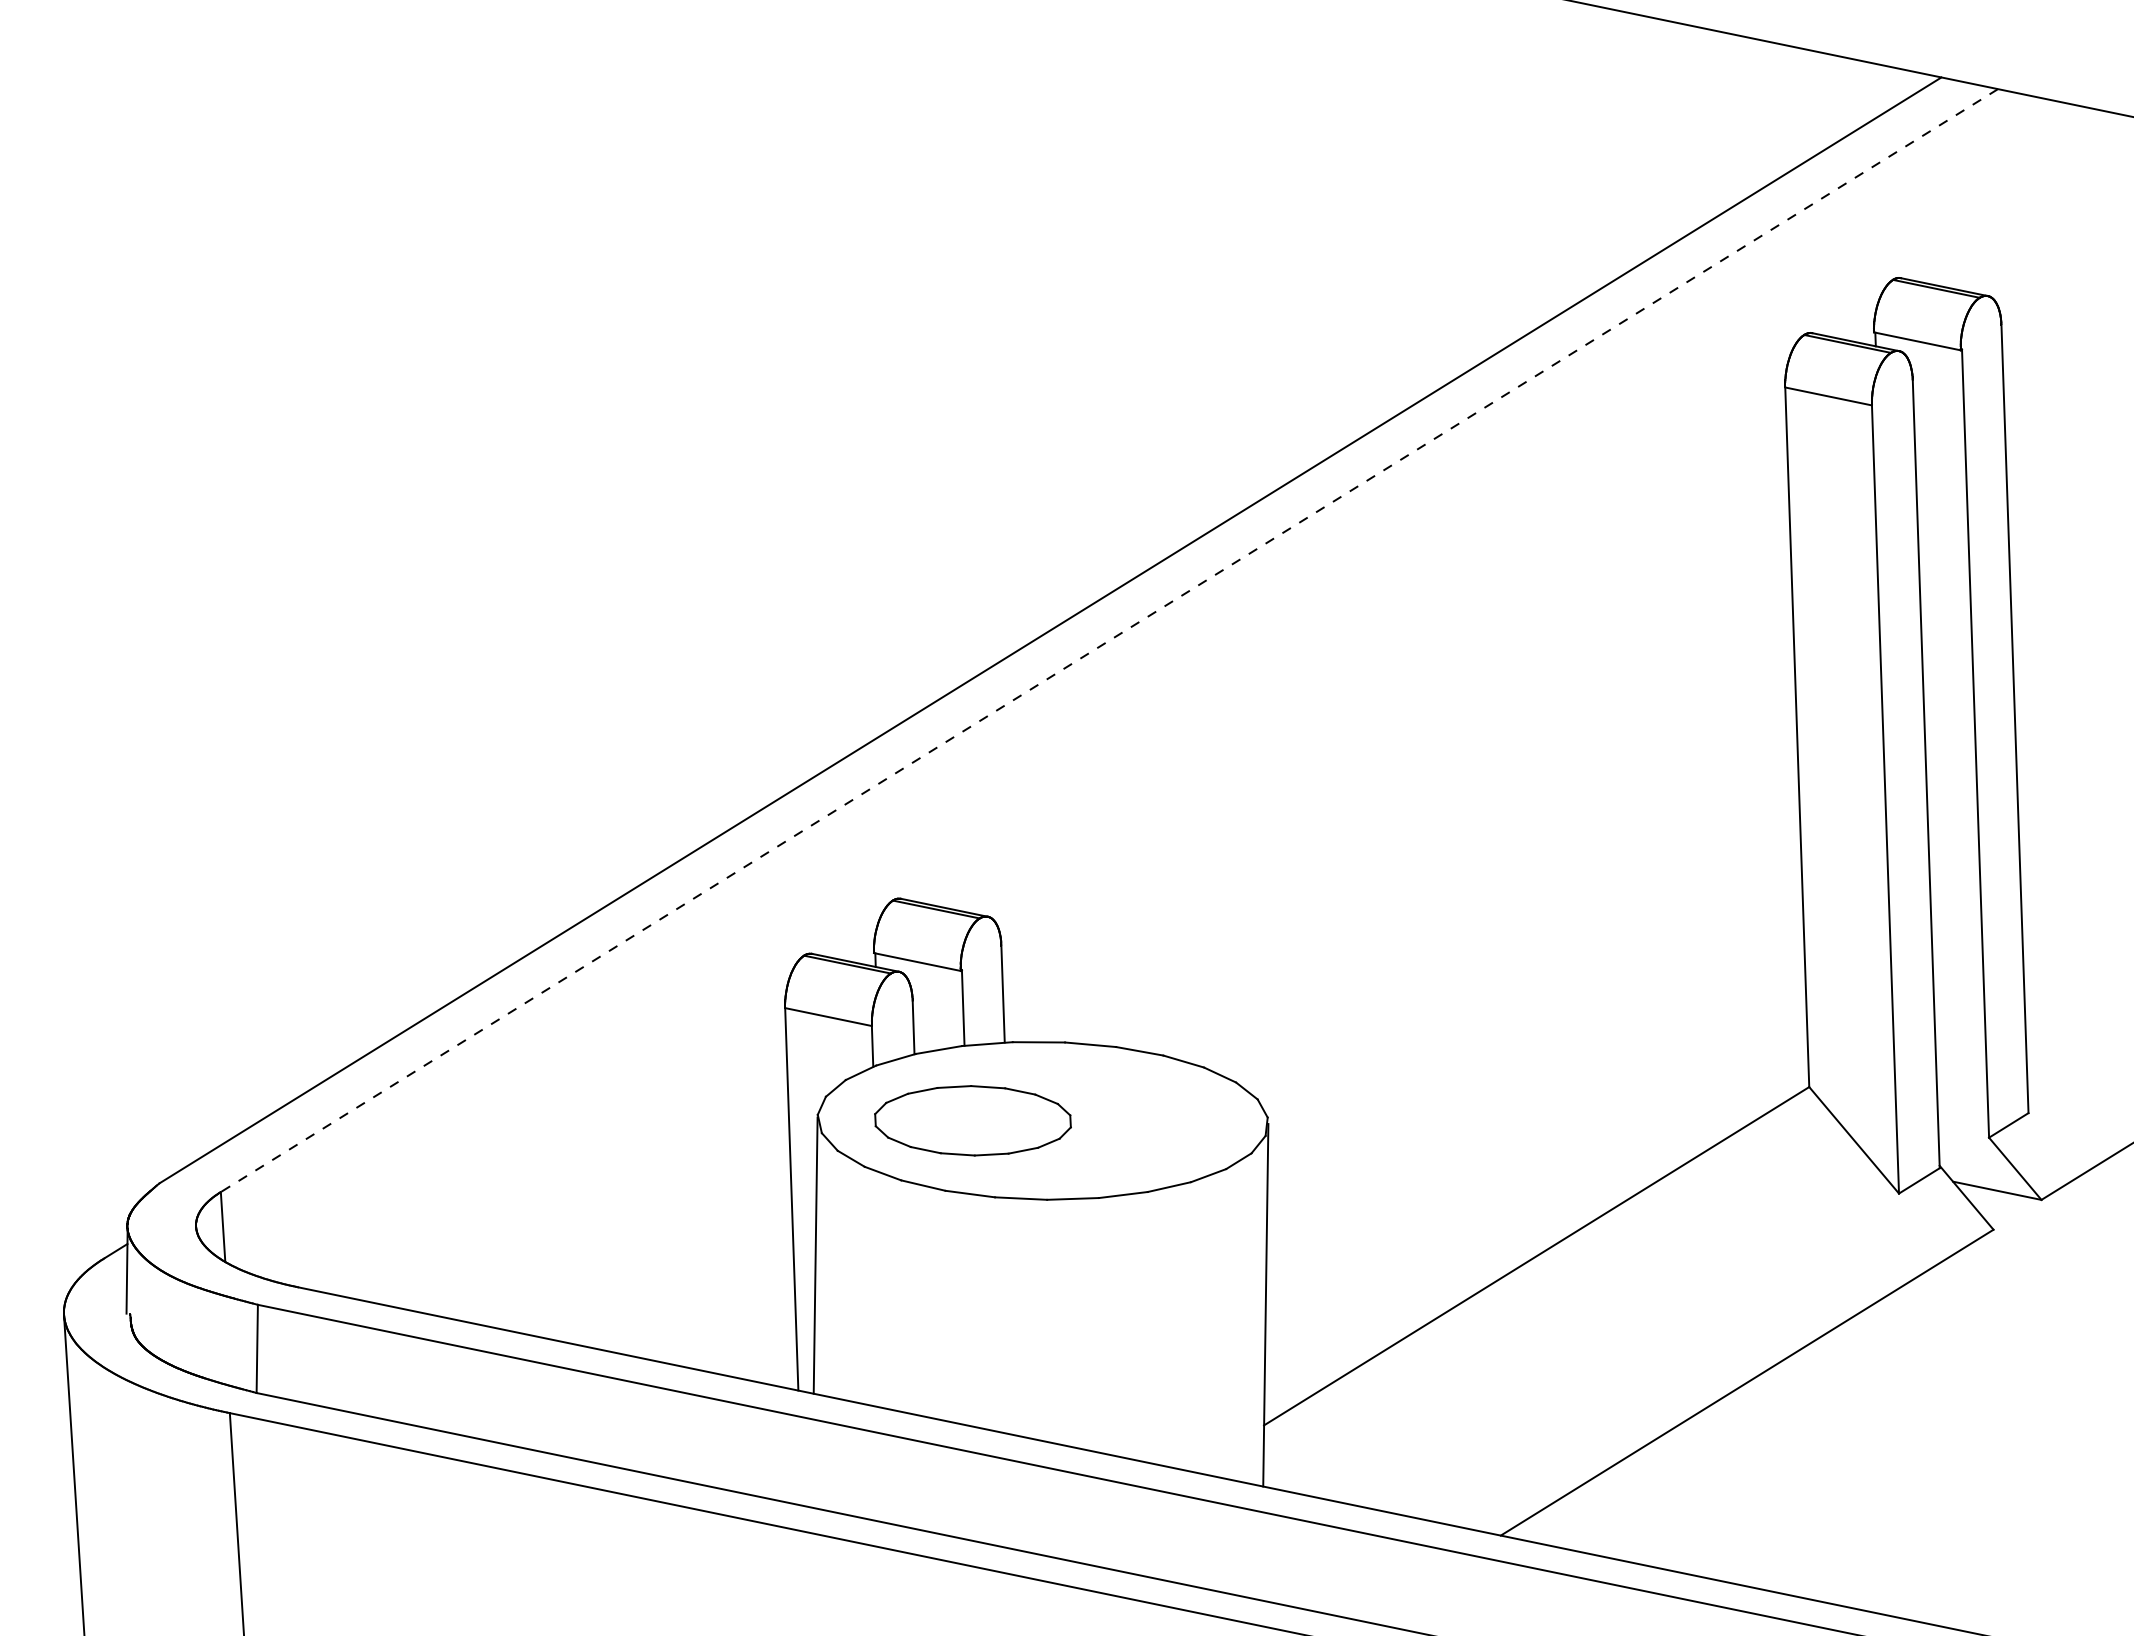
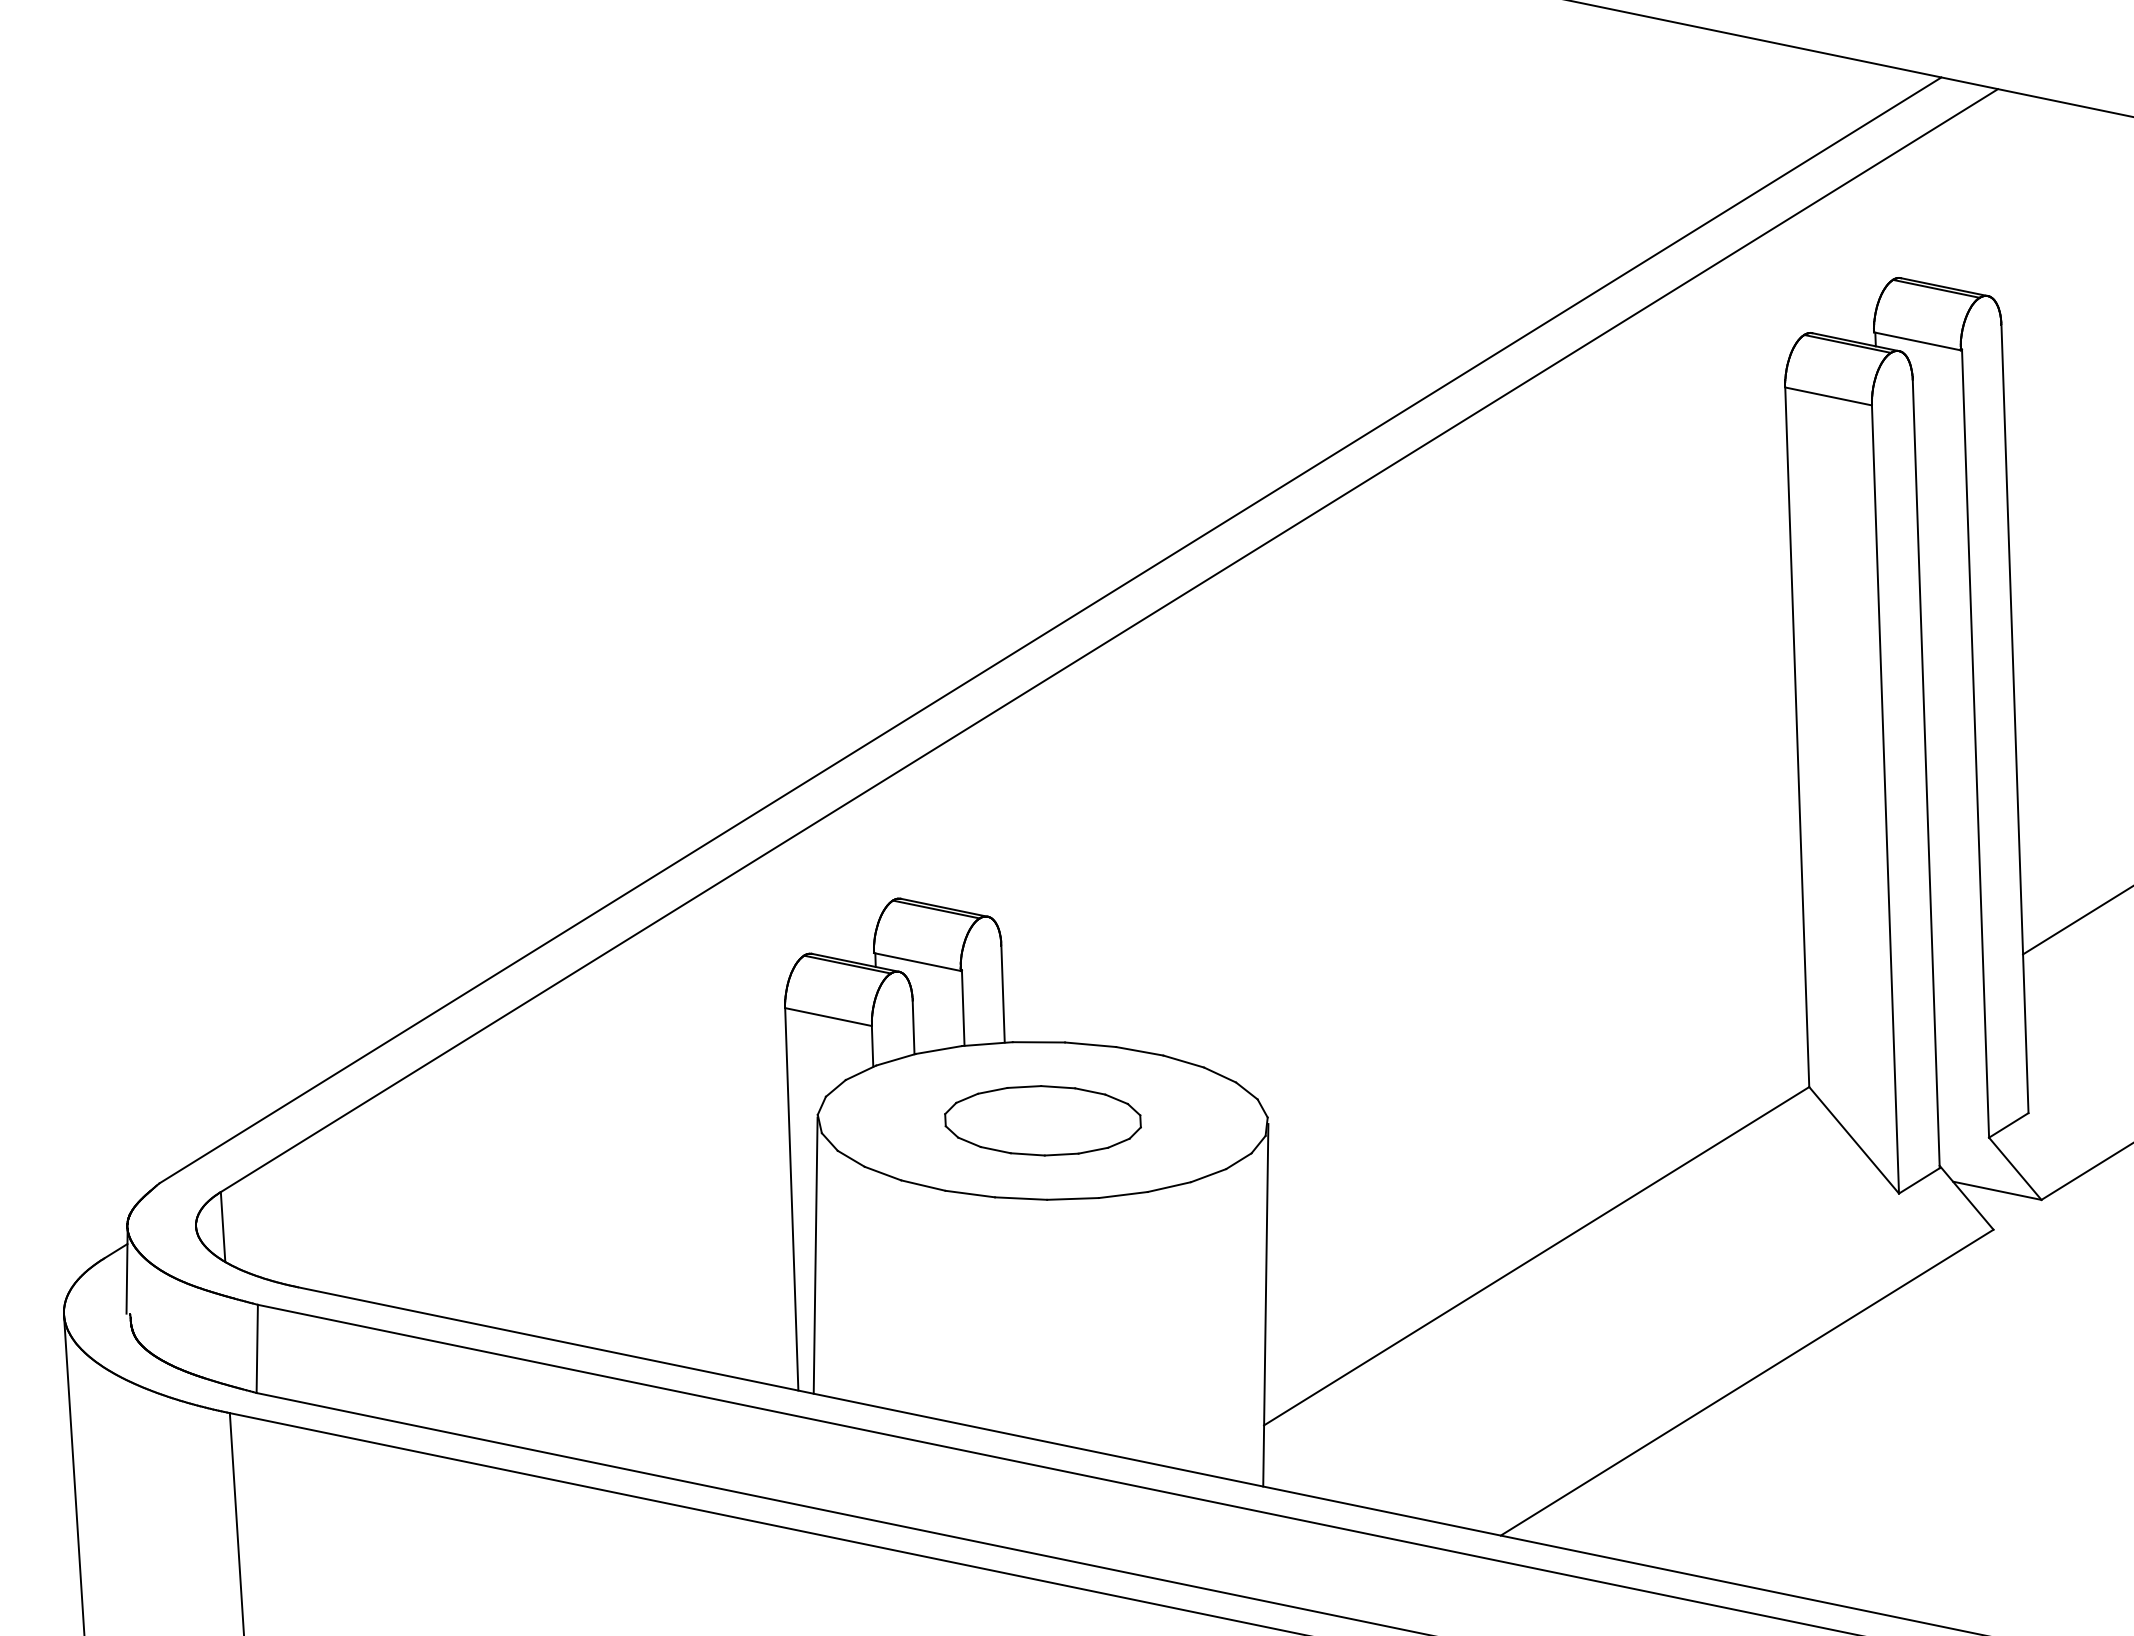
line at (1109, 640): dashed -> solid
line at (2076, 920): none -> present
part at (972, 1120) position: (972, 1120) -> (1042, 1120)
